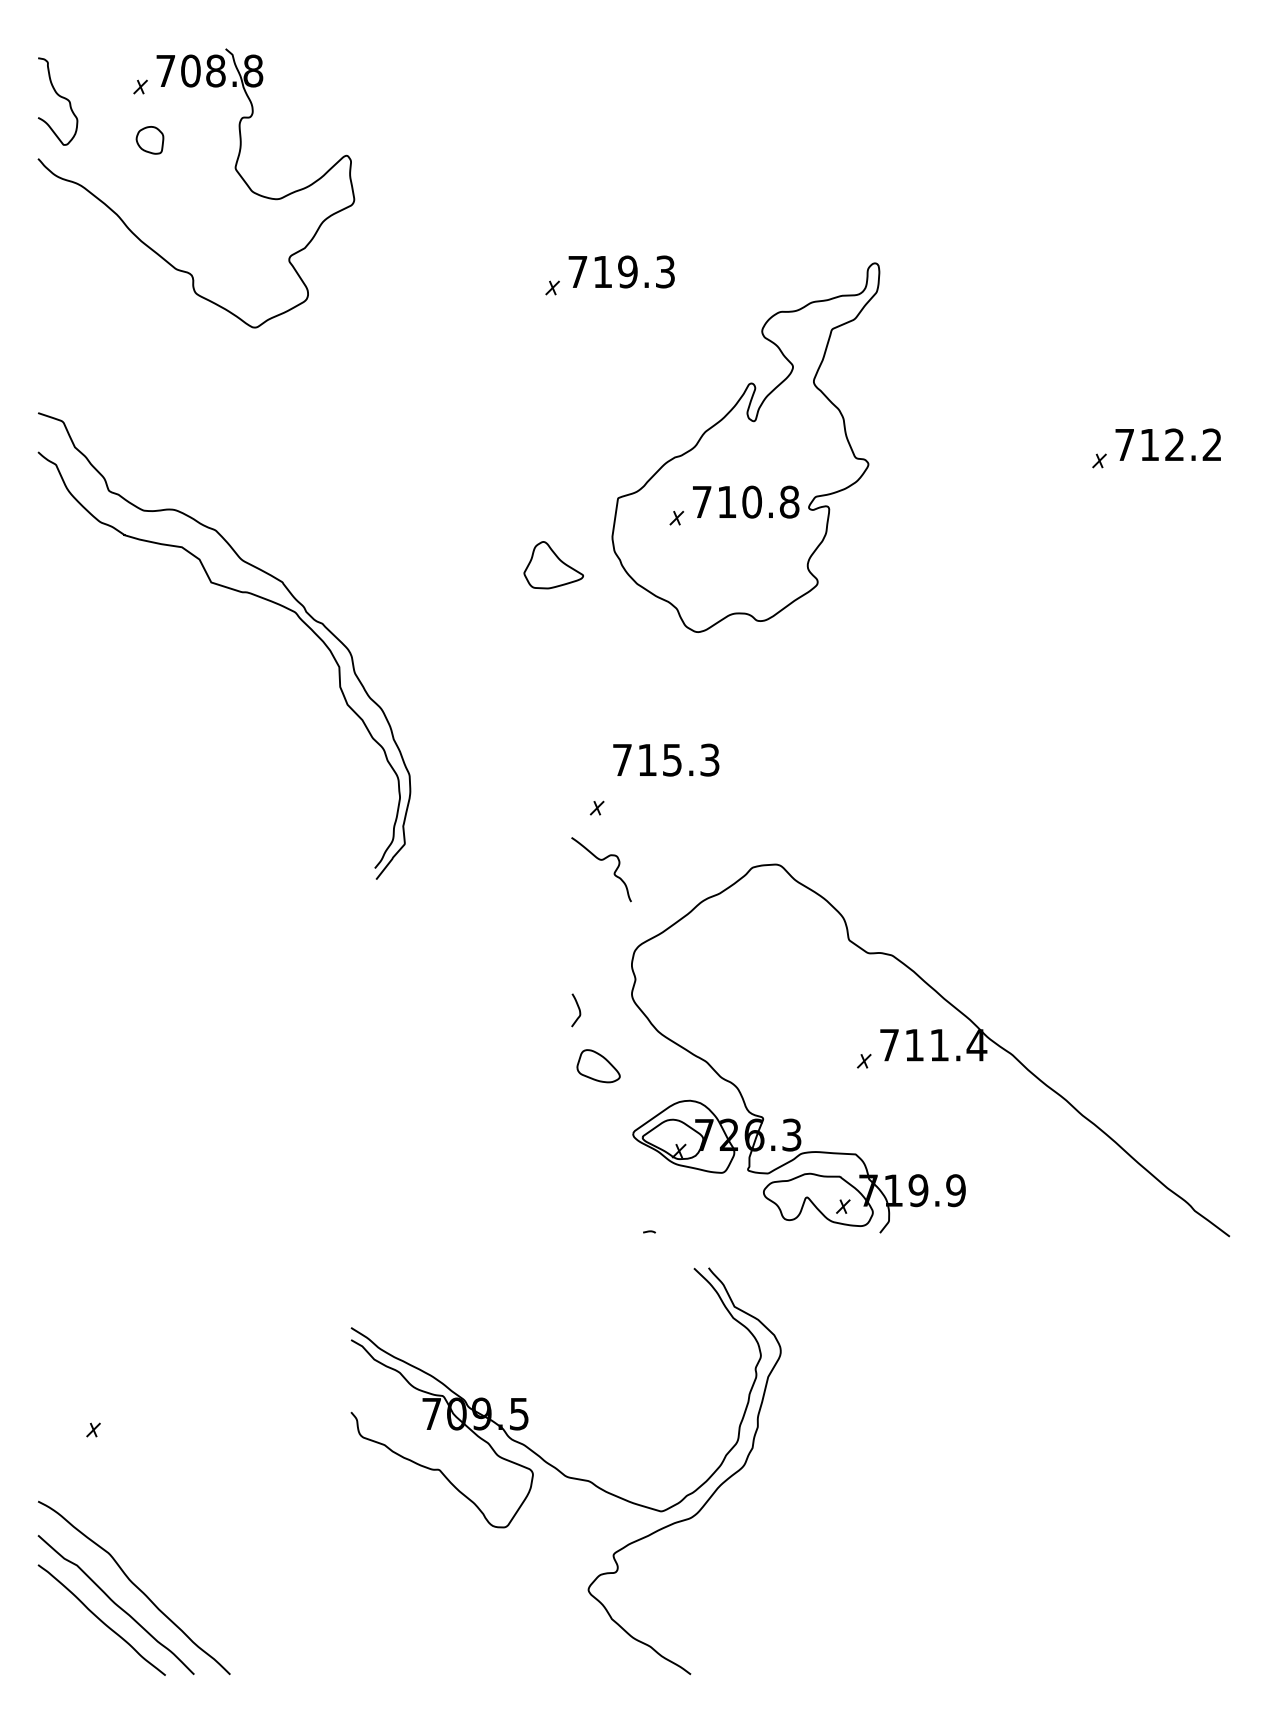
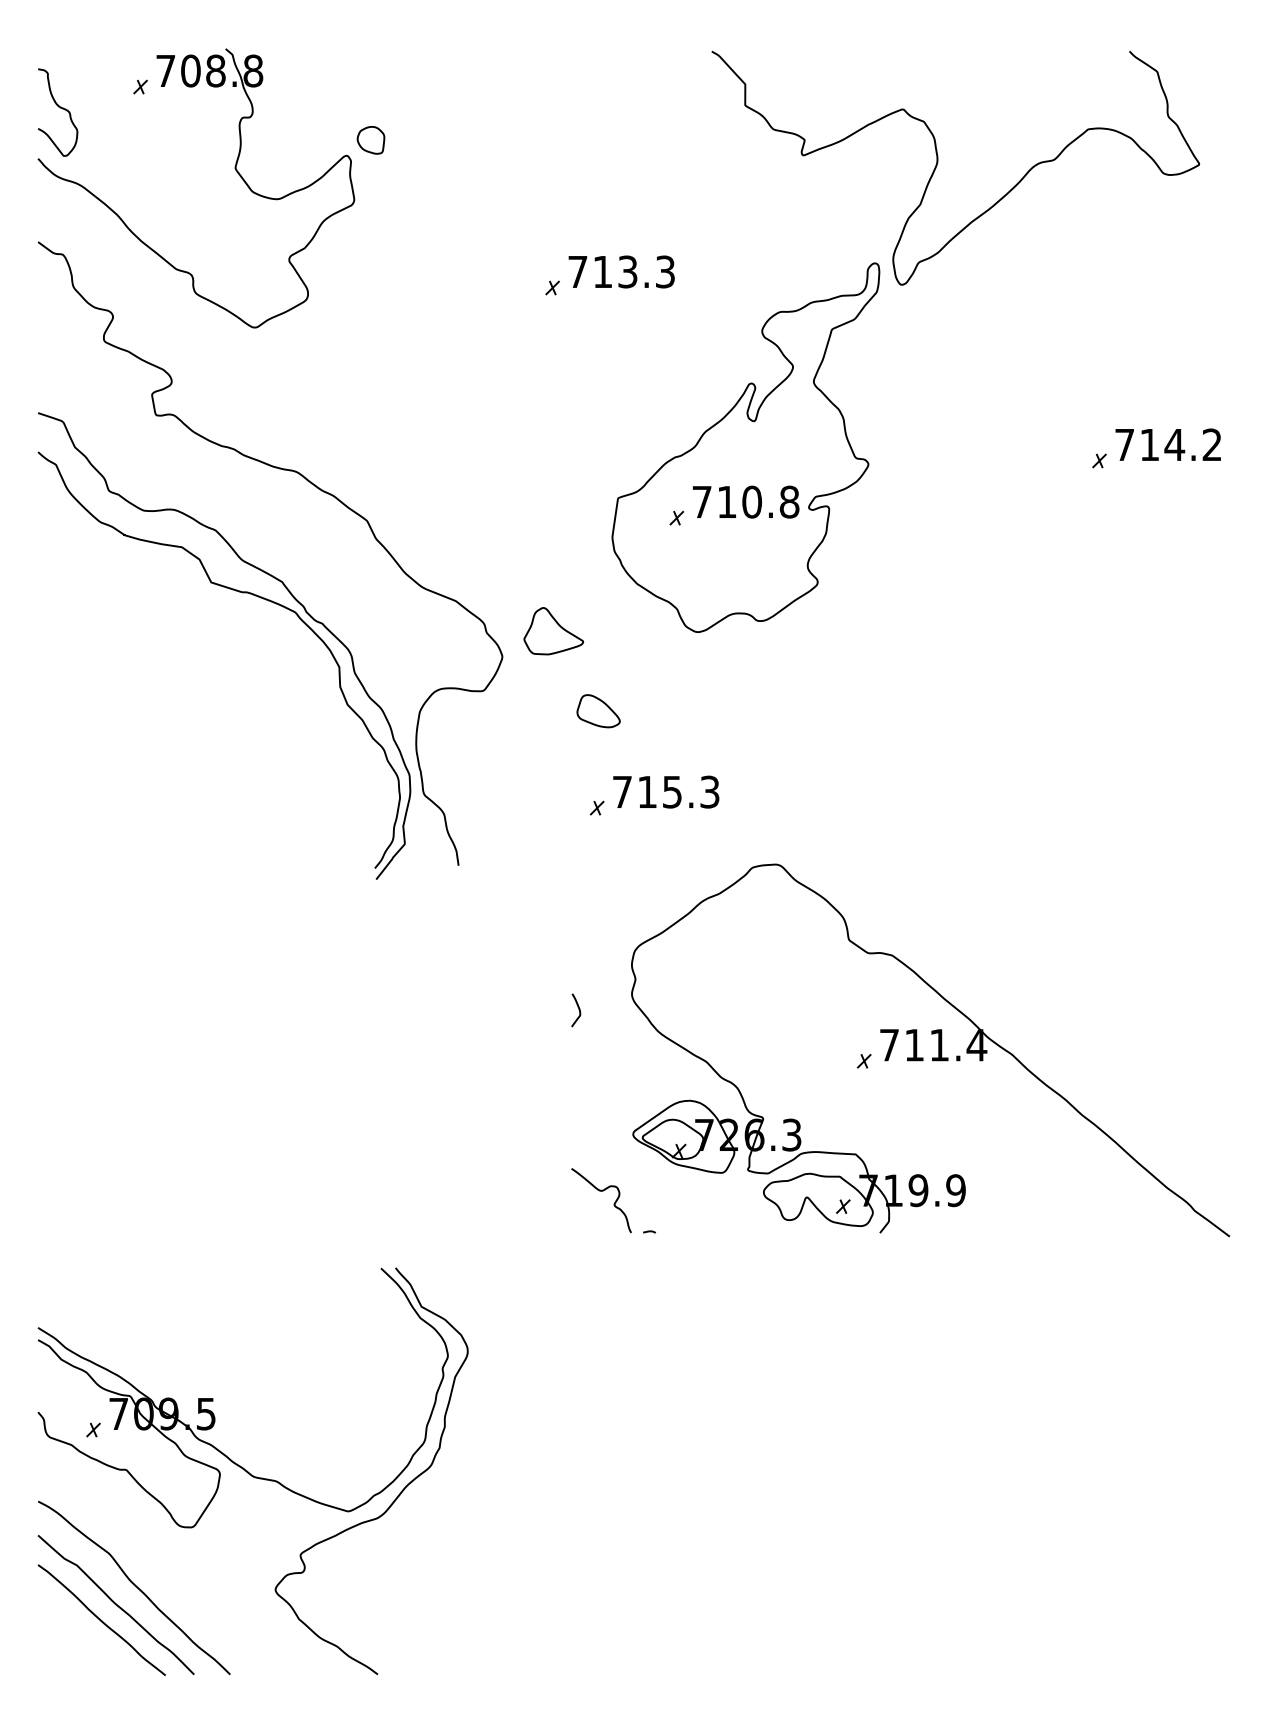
curve at (60, 97) position: (60, 97) -> (60, 108)
part at (149, 140) position: (149, 140) -> (370, 140)
curve at (938, 162): none -> present
text at (627, 271): 719.3 -> 713.3
text at (1174, 444): 712.2 -> 714.2
curve at (315, 487): none -> present
part at (553, 565) position: (553, 565) -> (553, 631)
text at (666, 759) position: (666, 759) -> (666, 791)
curve at (601, 860) position: (601, 860) -> (601, 1191)
part at (598, 1066) position: (598, 1066) -> (598, 711)
part at (565, 1470) position: (565, 1470) -> (252, 1470)
